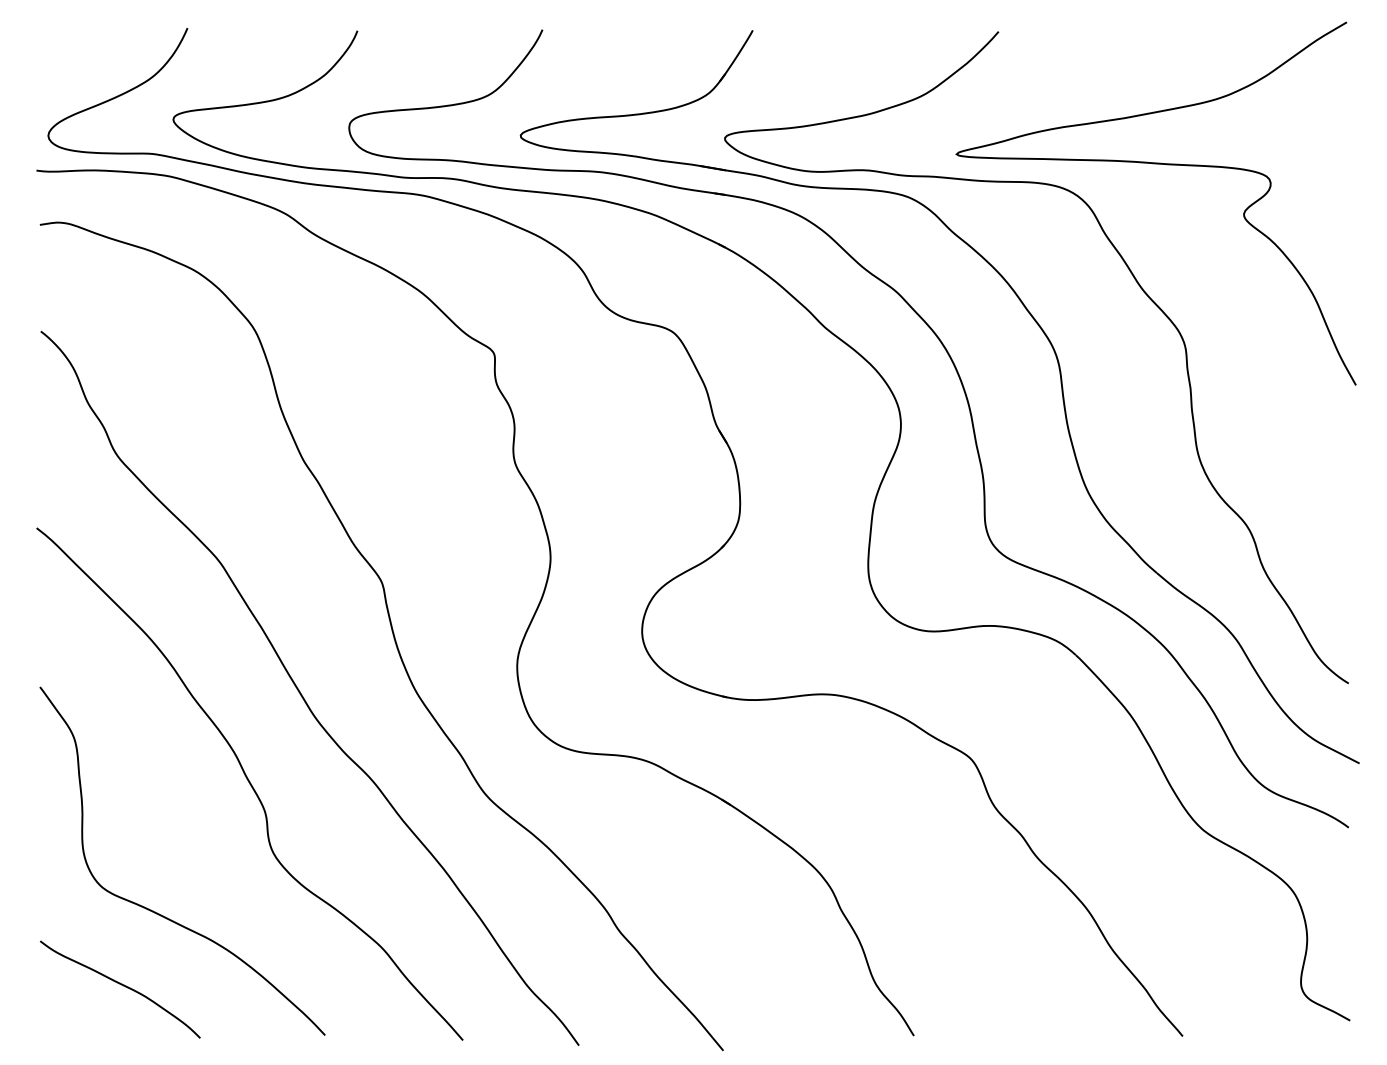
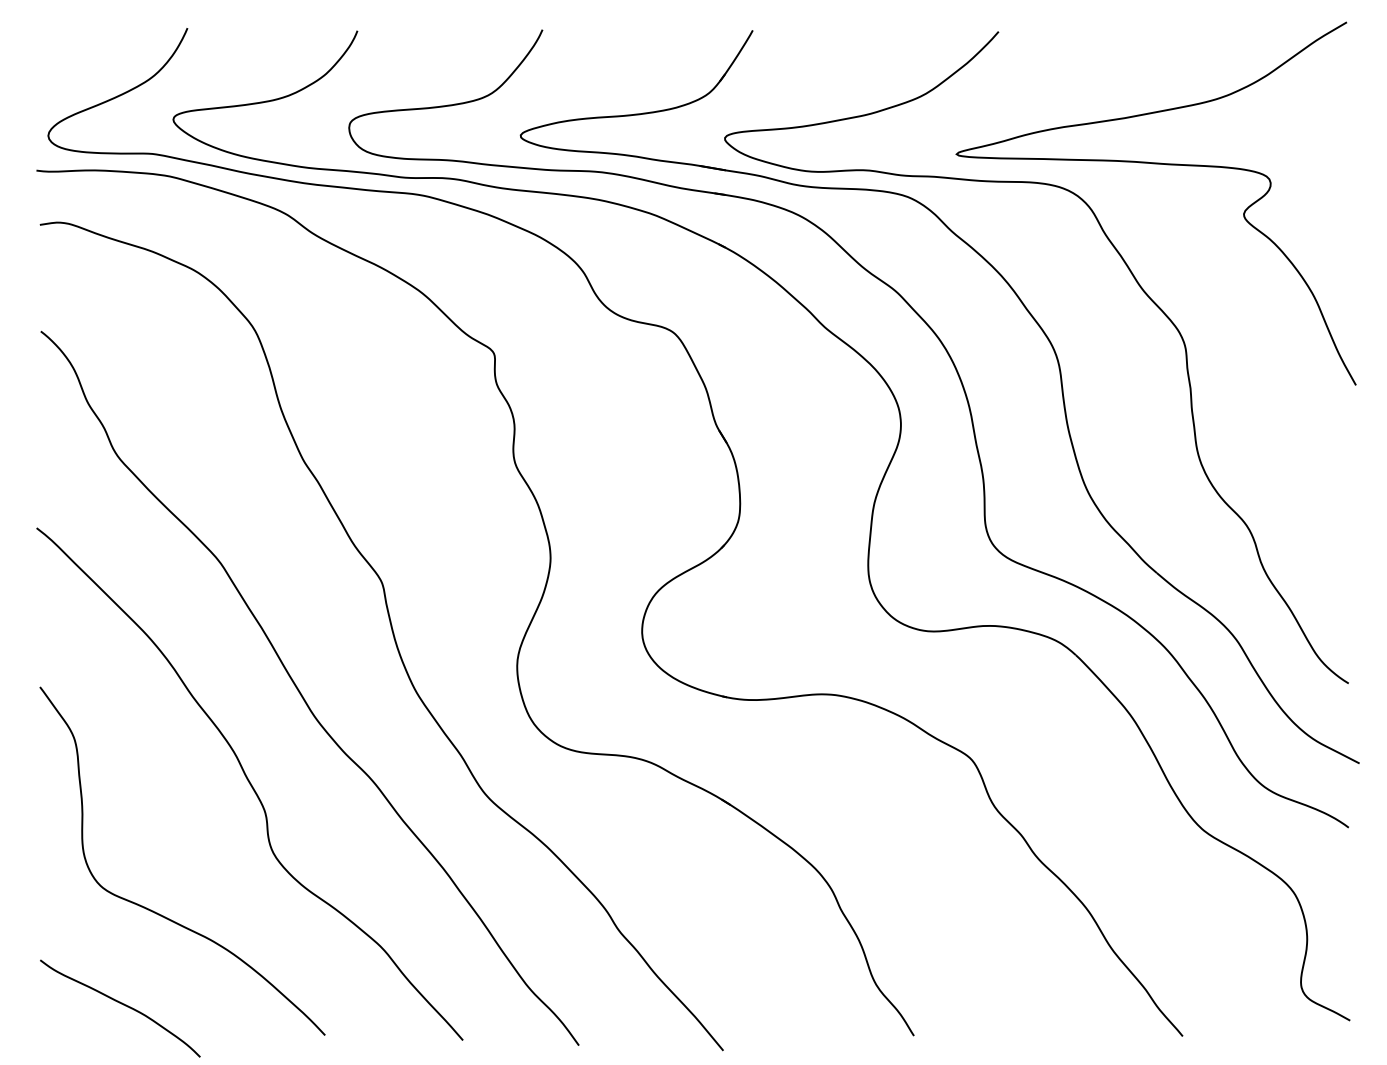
curve at (121, 985) position: (121, 985) -> (121, 1004)
